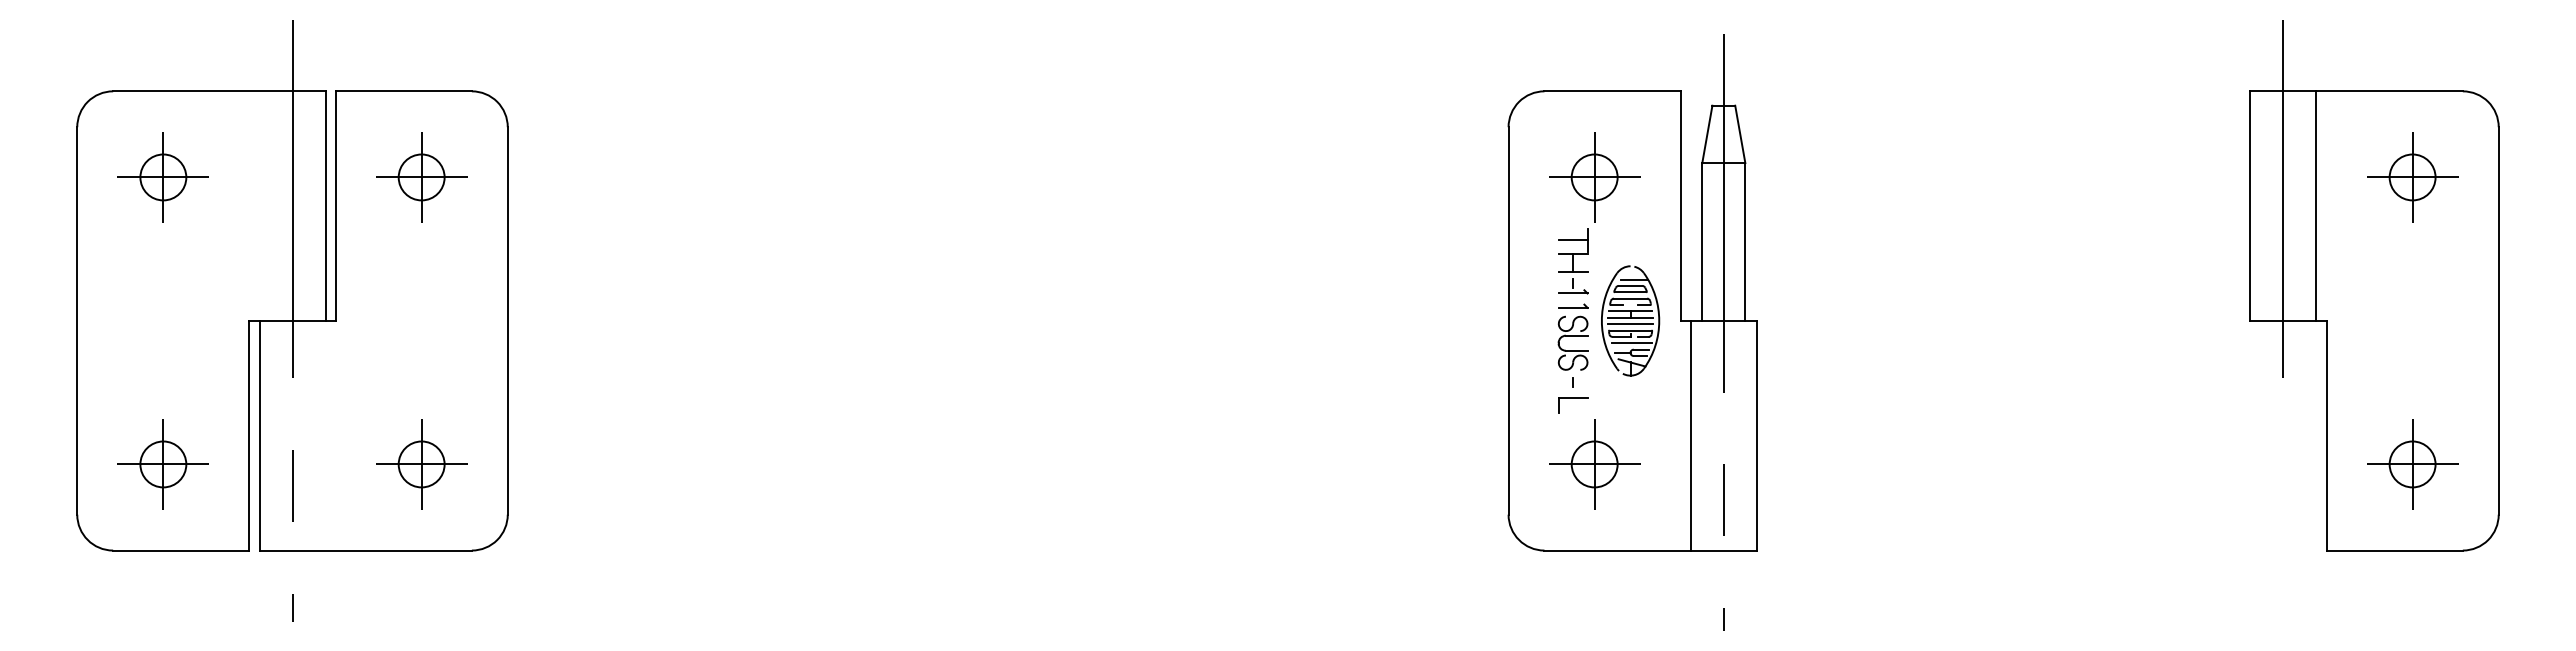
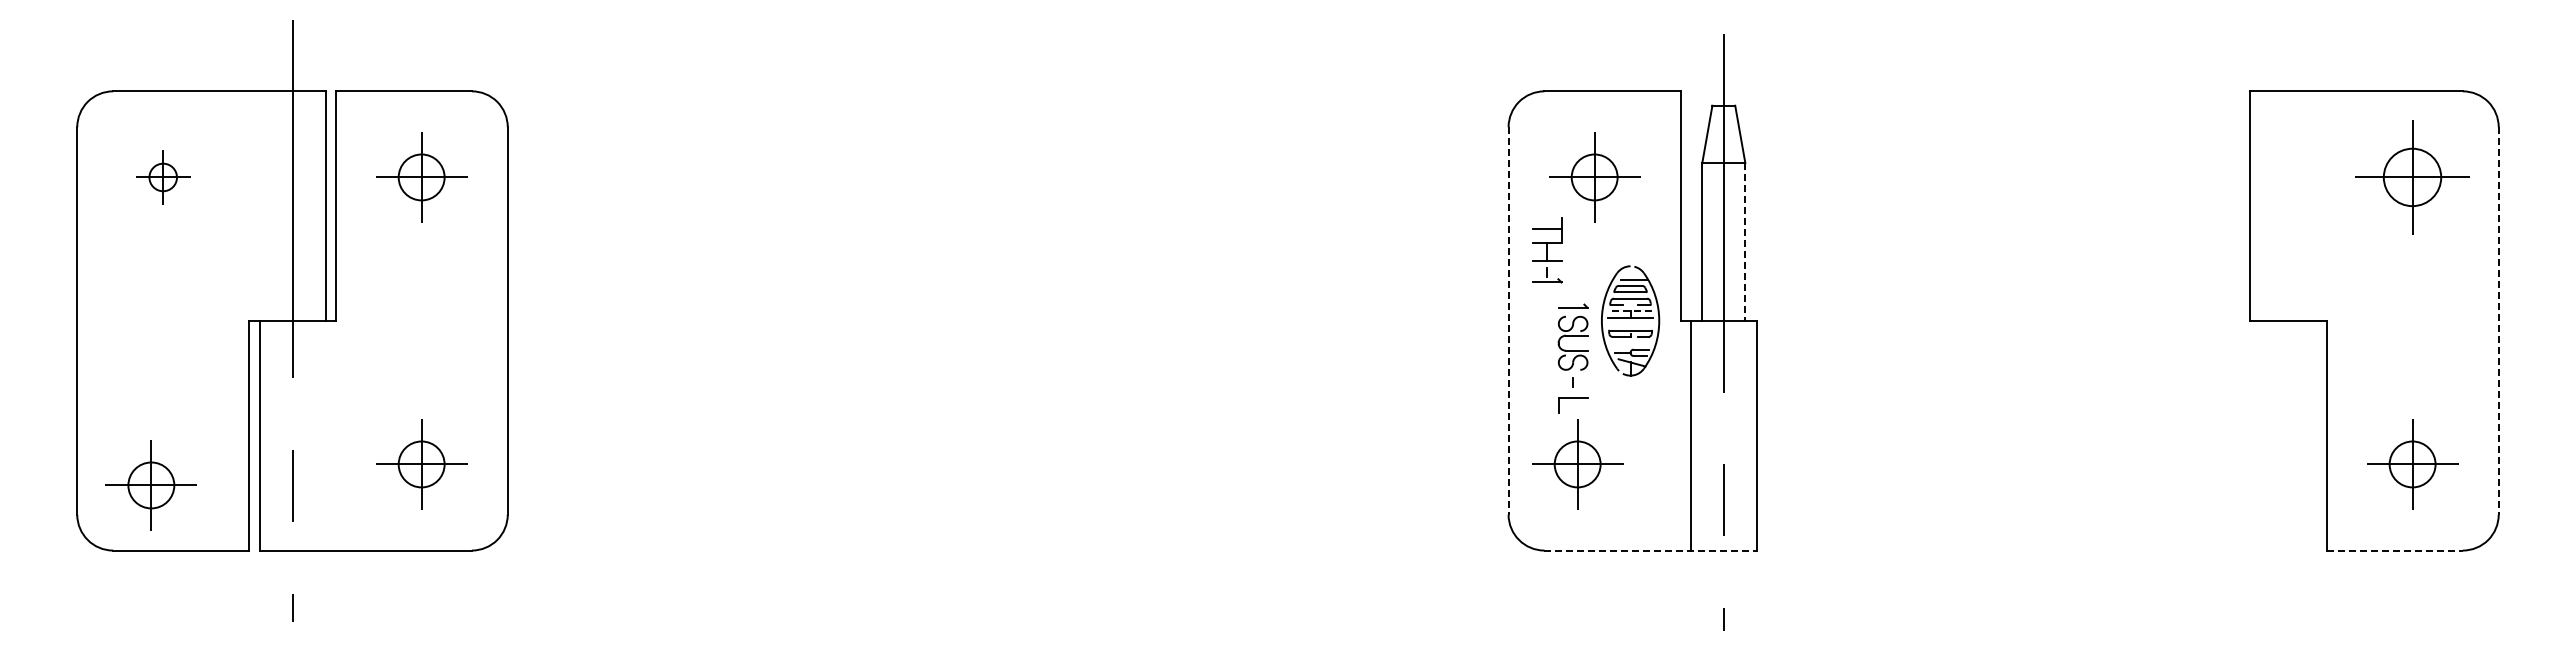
part at (162, 177) size: 92x91 px -> 55x55 px
part at (2412, 177) size: 92x91 px -> 115x115 px
line at (2283, 205): present -> none
line at (2316, 205): present -> none
line at (1745, 242): solid -> dashed
part at (1573, 261) position: (1573, 261) -> (1547, 250)
line at (1630, 311): solid -> dashed
line at (1508, 320): solid -> dashed
line at (2498, 320): solid -> dashed
line at (1630, 324): present -> none
line at (1631, 343): present -> none
part at (162, 464) position: (162, 464) -> (150, 485)
part at (1594, 464) position: (1594, 464) -> (1577, 464)
line at (1651, 550): solid -> dashed
line at (2395, 550): solid -> dashed
